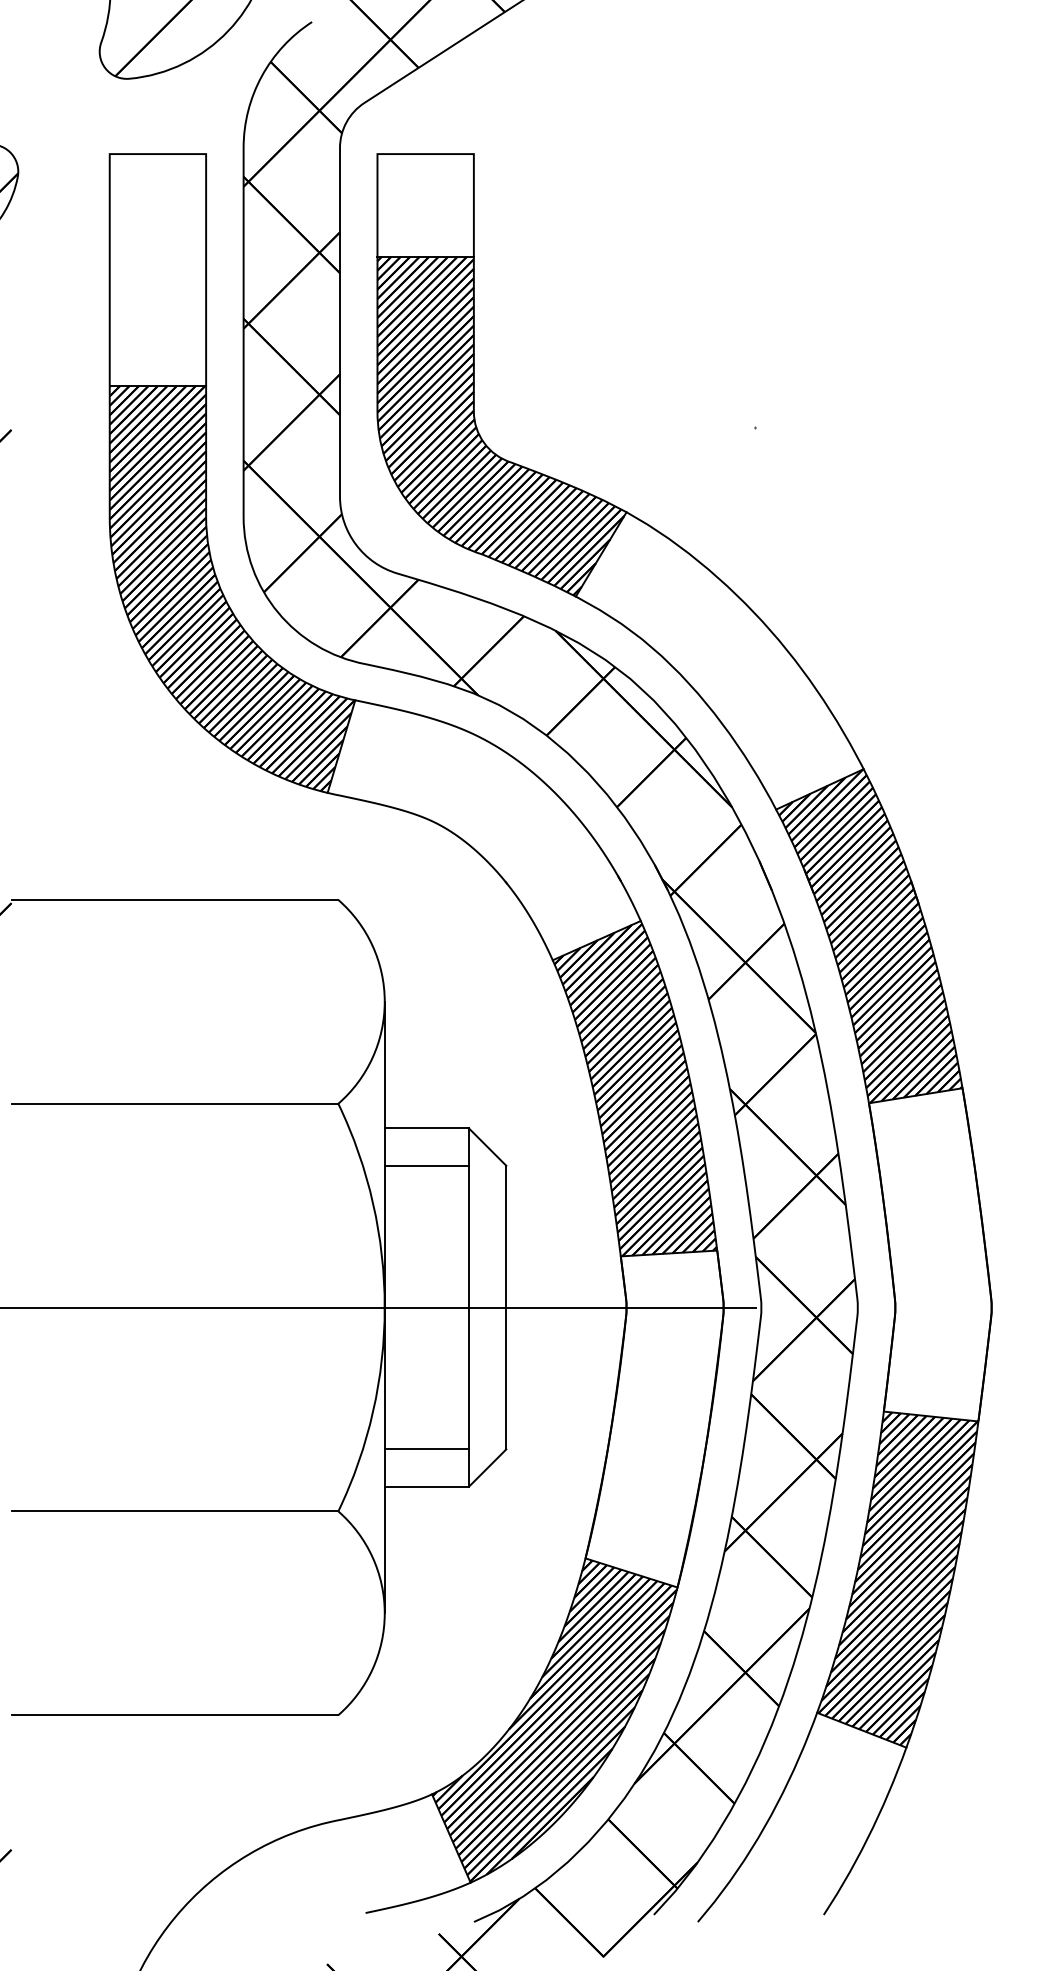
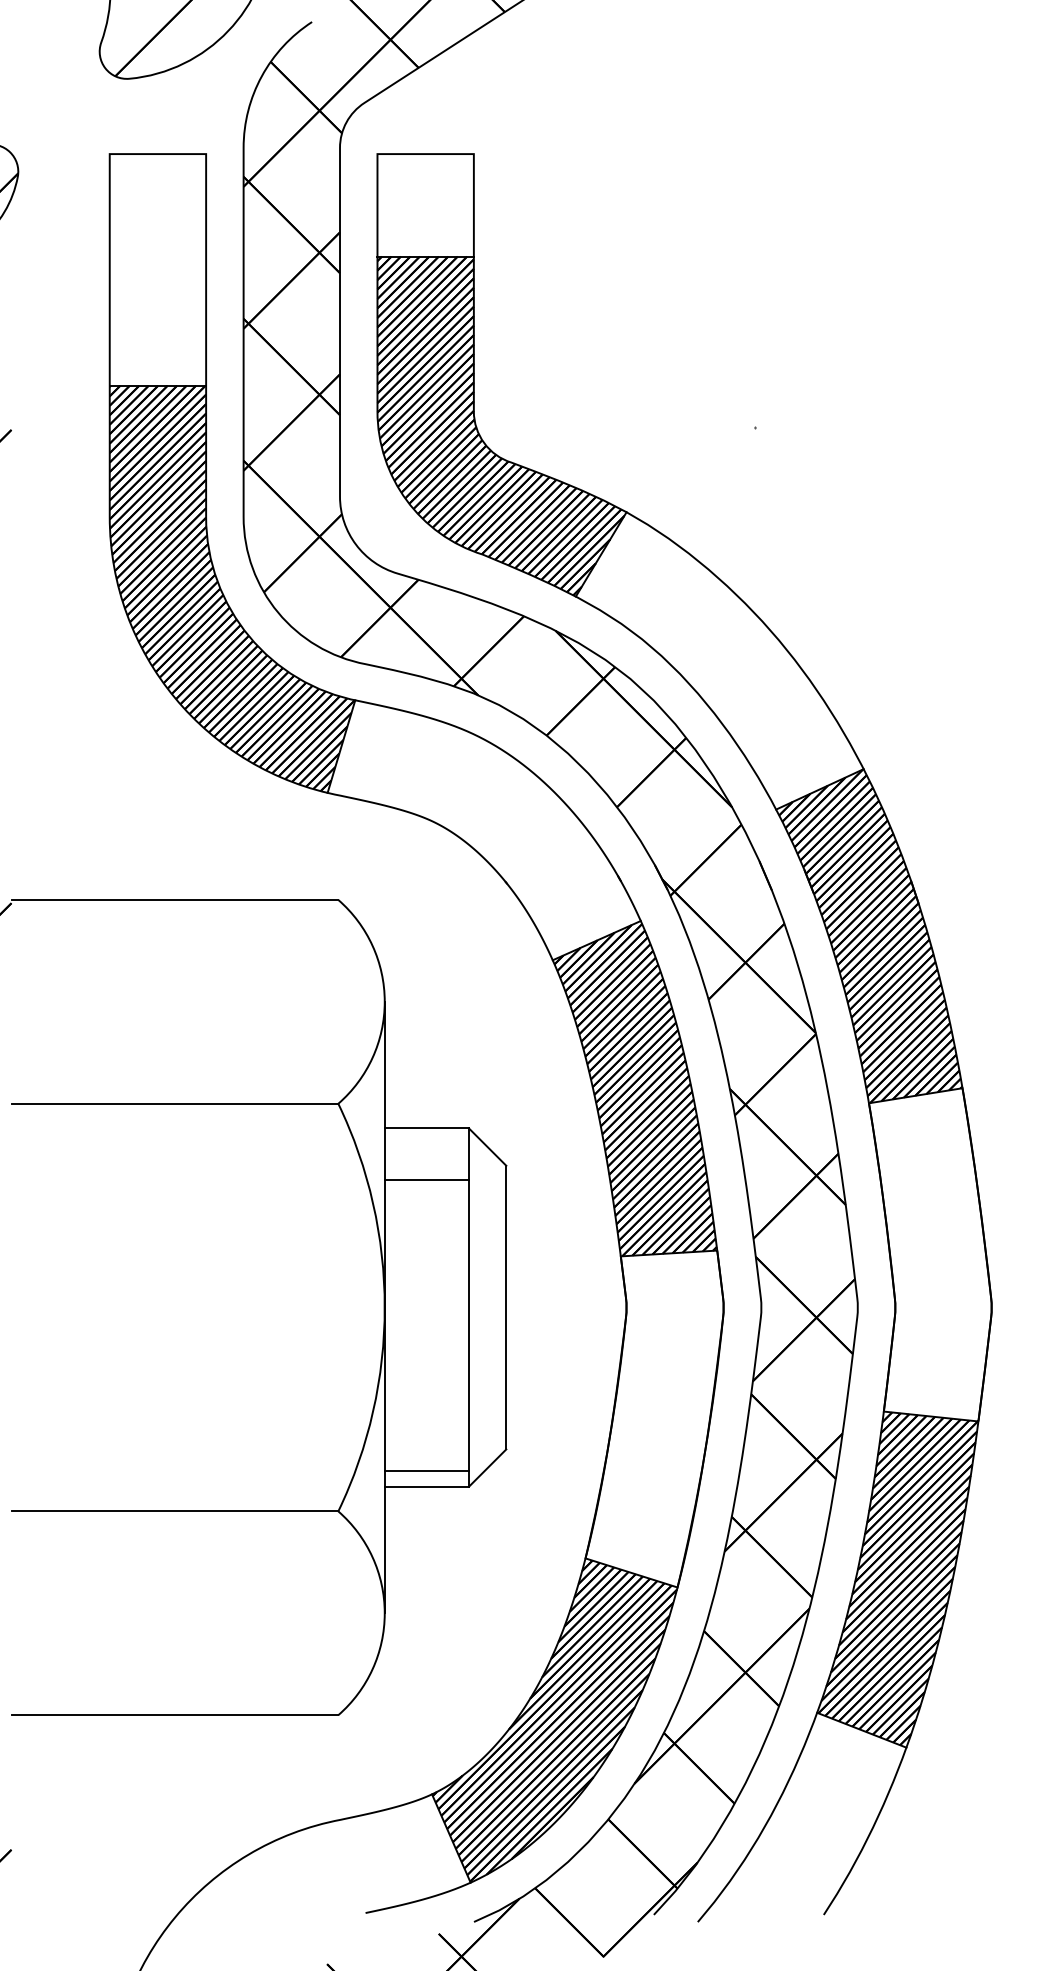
line at (426, 1165) position: (426, 1165) -> (426, 1179)
line at (379, 1307): present -> none
line at (426, 1449) position: (426, 1449) -> (426, 1471)
